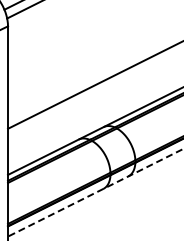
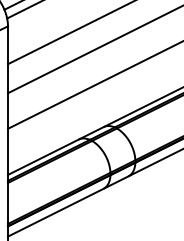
line at (69, 33): none -> present
line at (94, 50): none -> present
line at (95, 192): dashed -> solid
